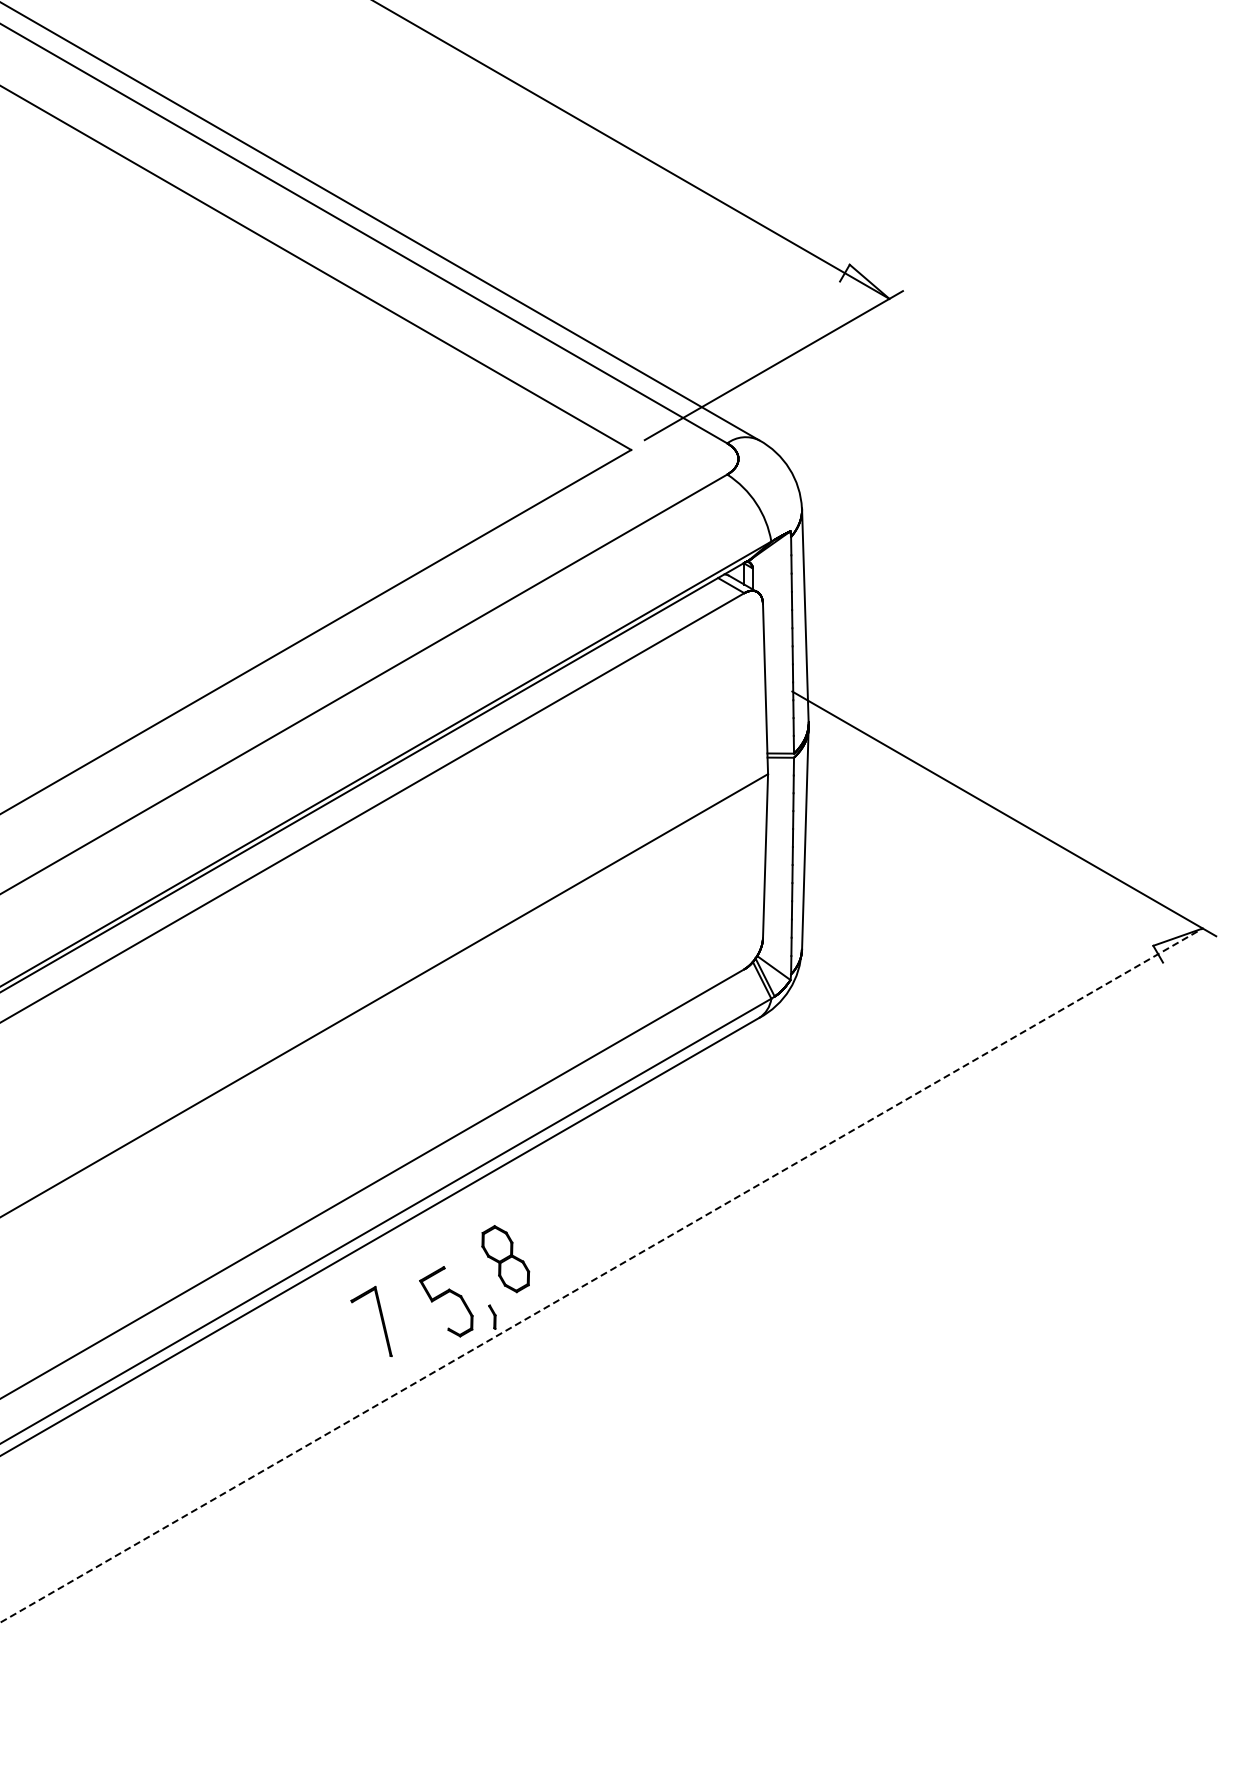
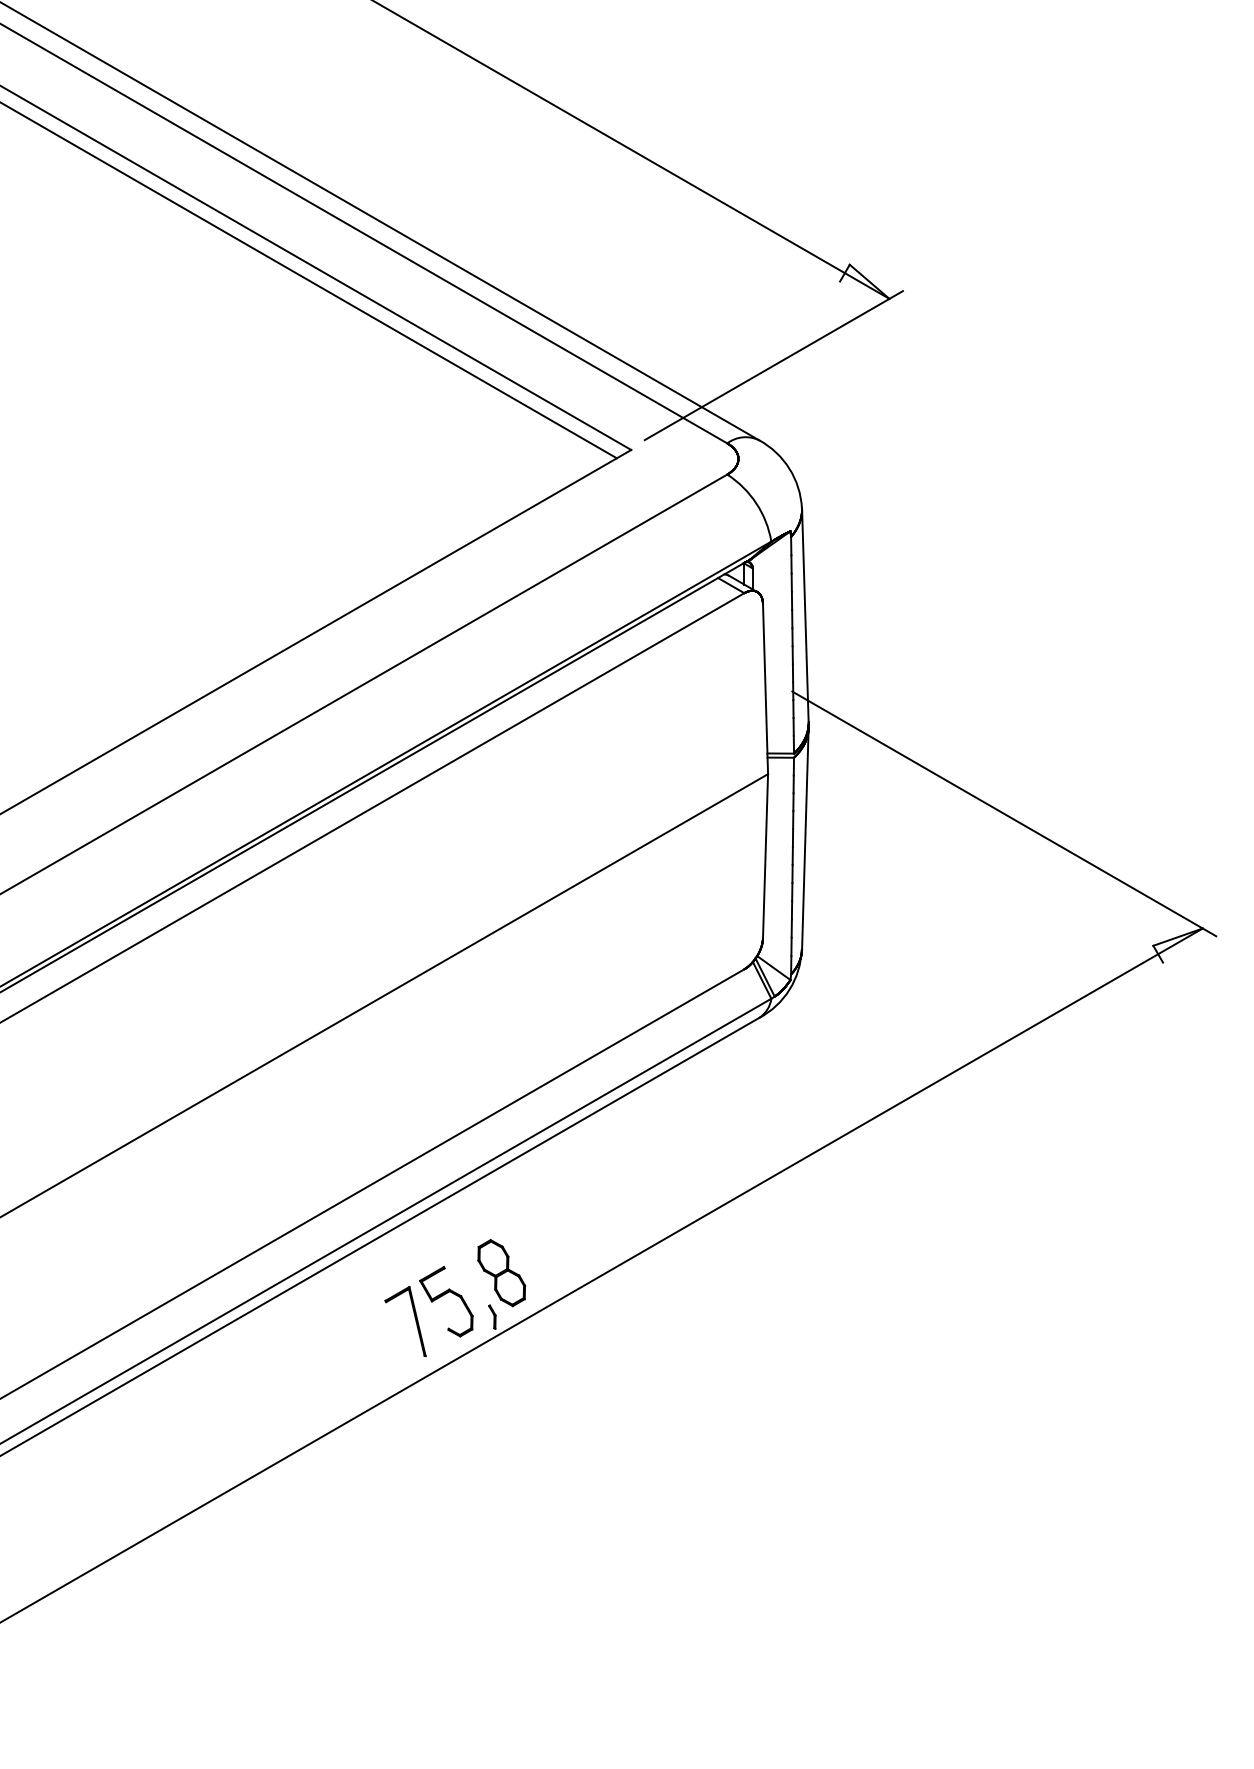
line at (309, 280): none -> present
part at (505, 1259) position: (505, 1259) -> (501, 1273)
line at (601, 1275): dashed -> solid
part at (380, 1318) position: (380, 1318) -> (414, 1318)
